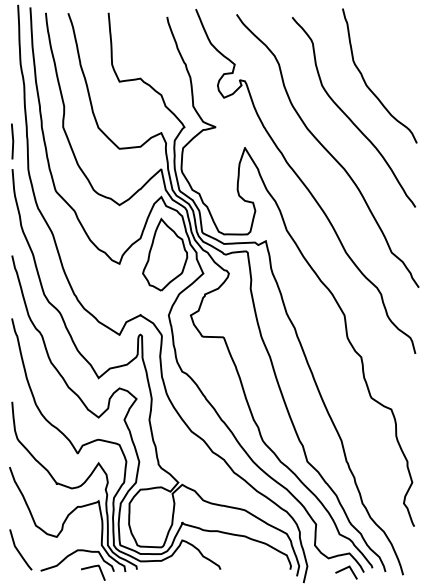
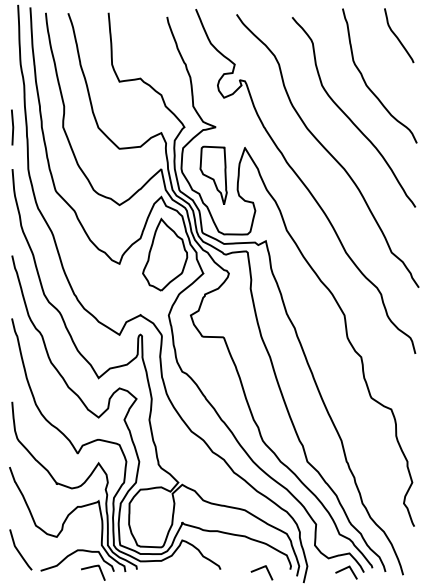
curve at (397, 36): none -> present
line at (12, 141) position: (12, 141) -> (12, 127)
part at (213, 174): none -> present
curve at (260, 569): none -> present
